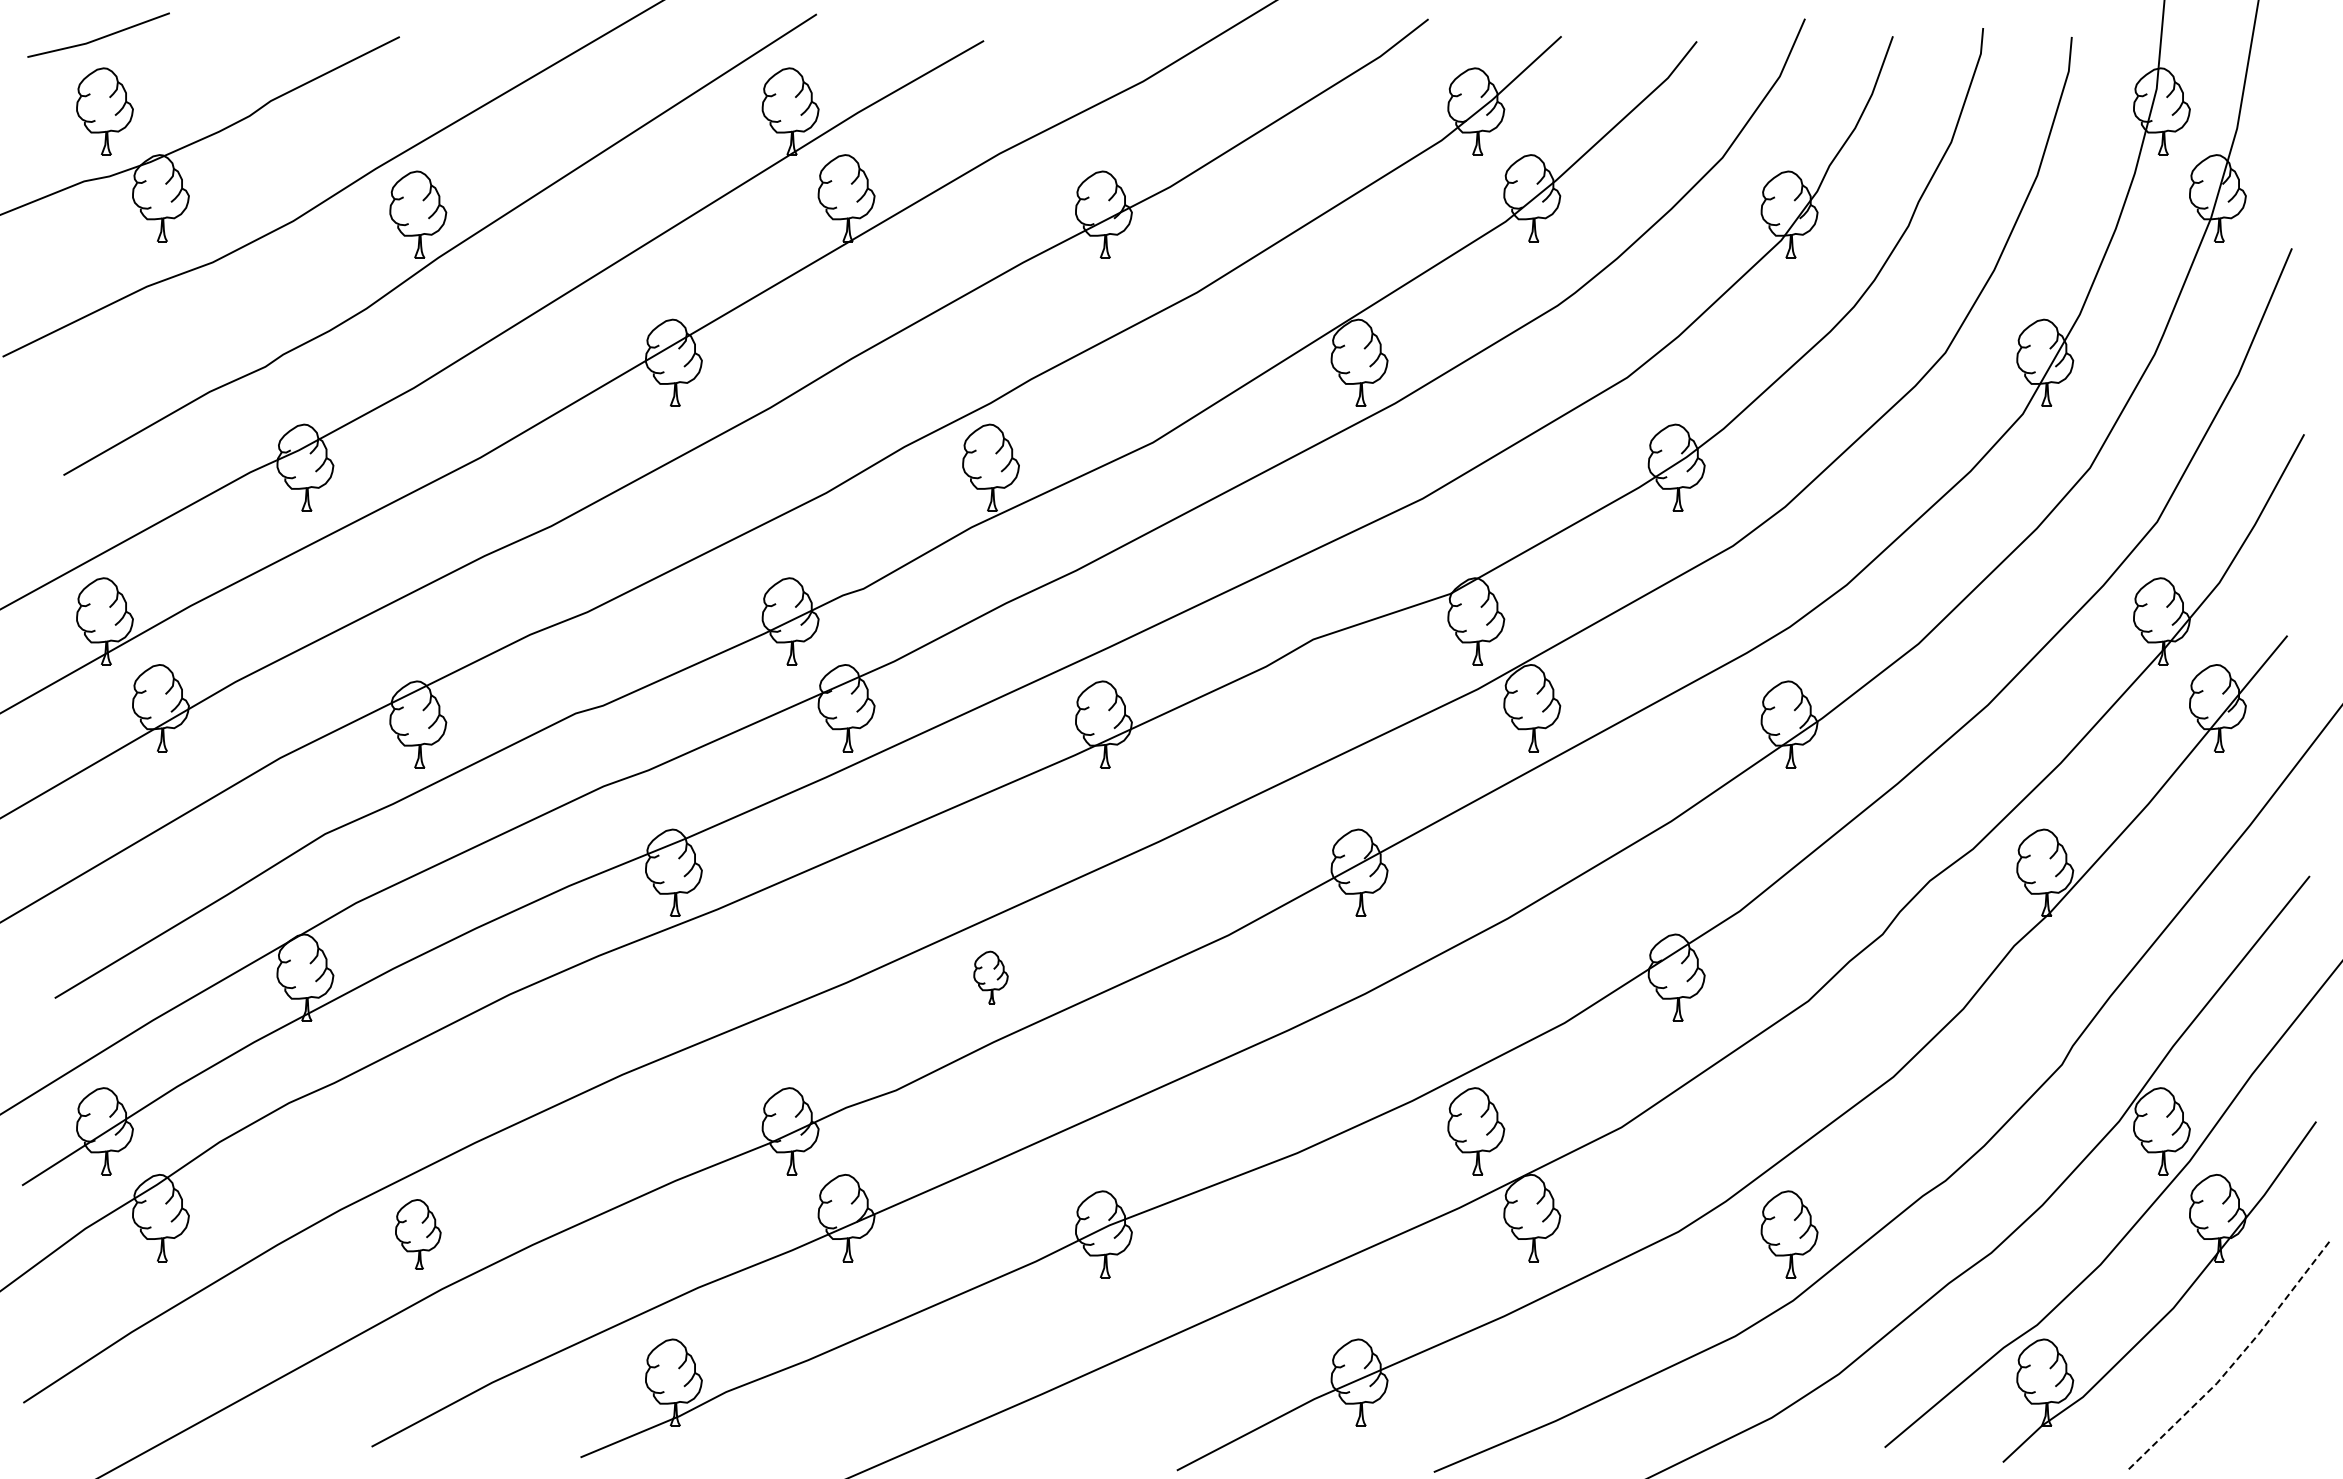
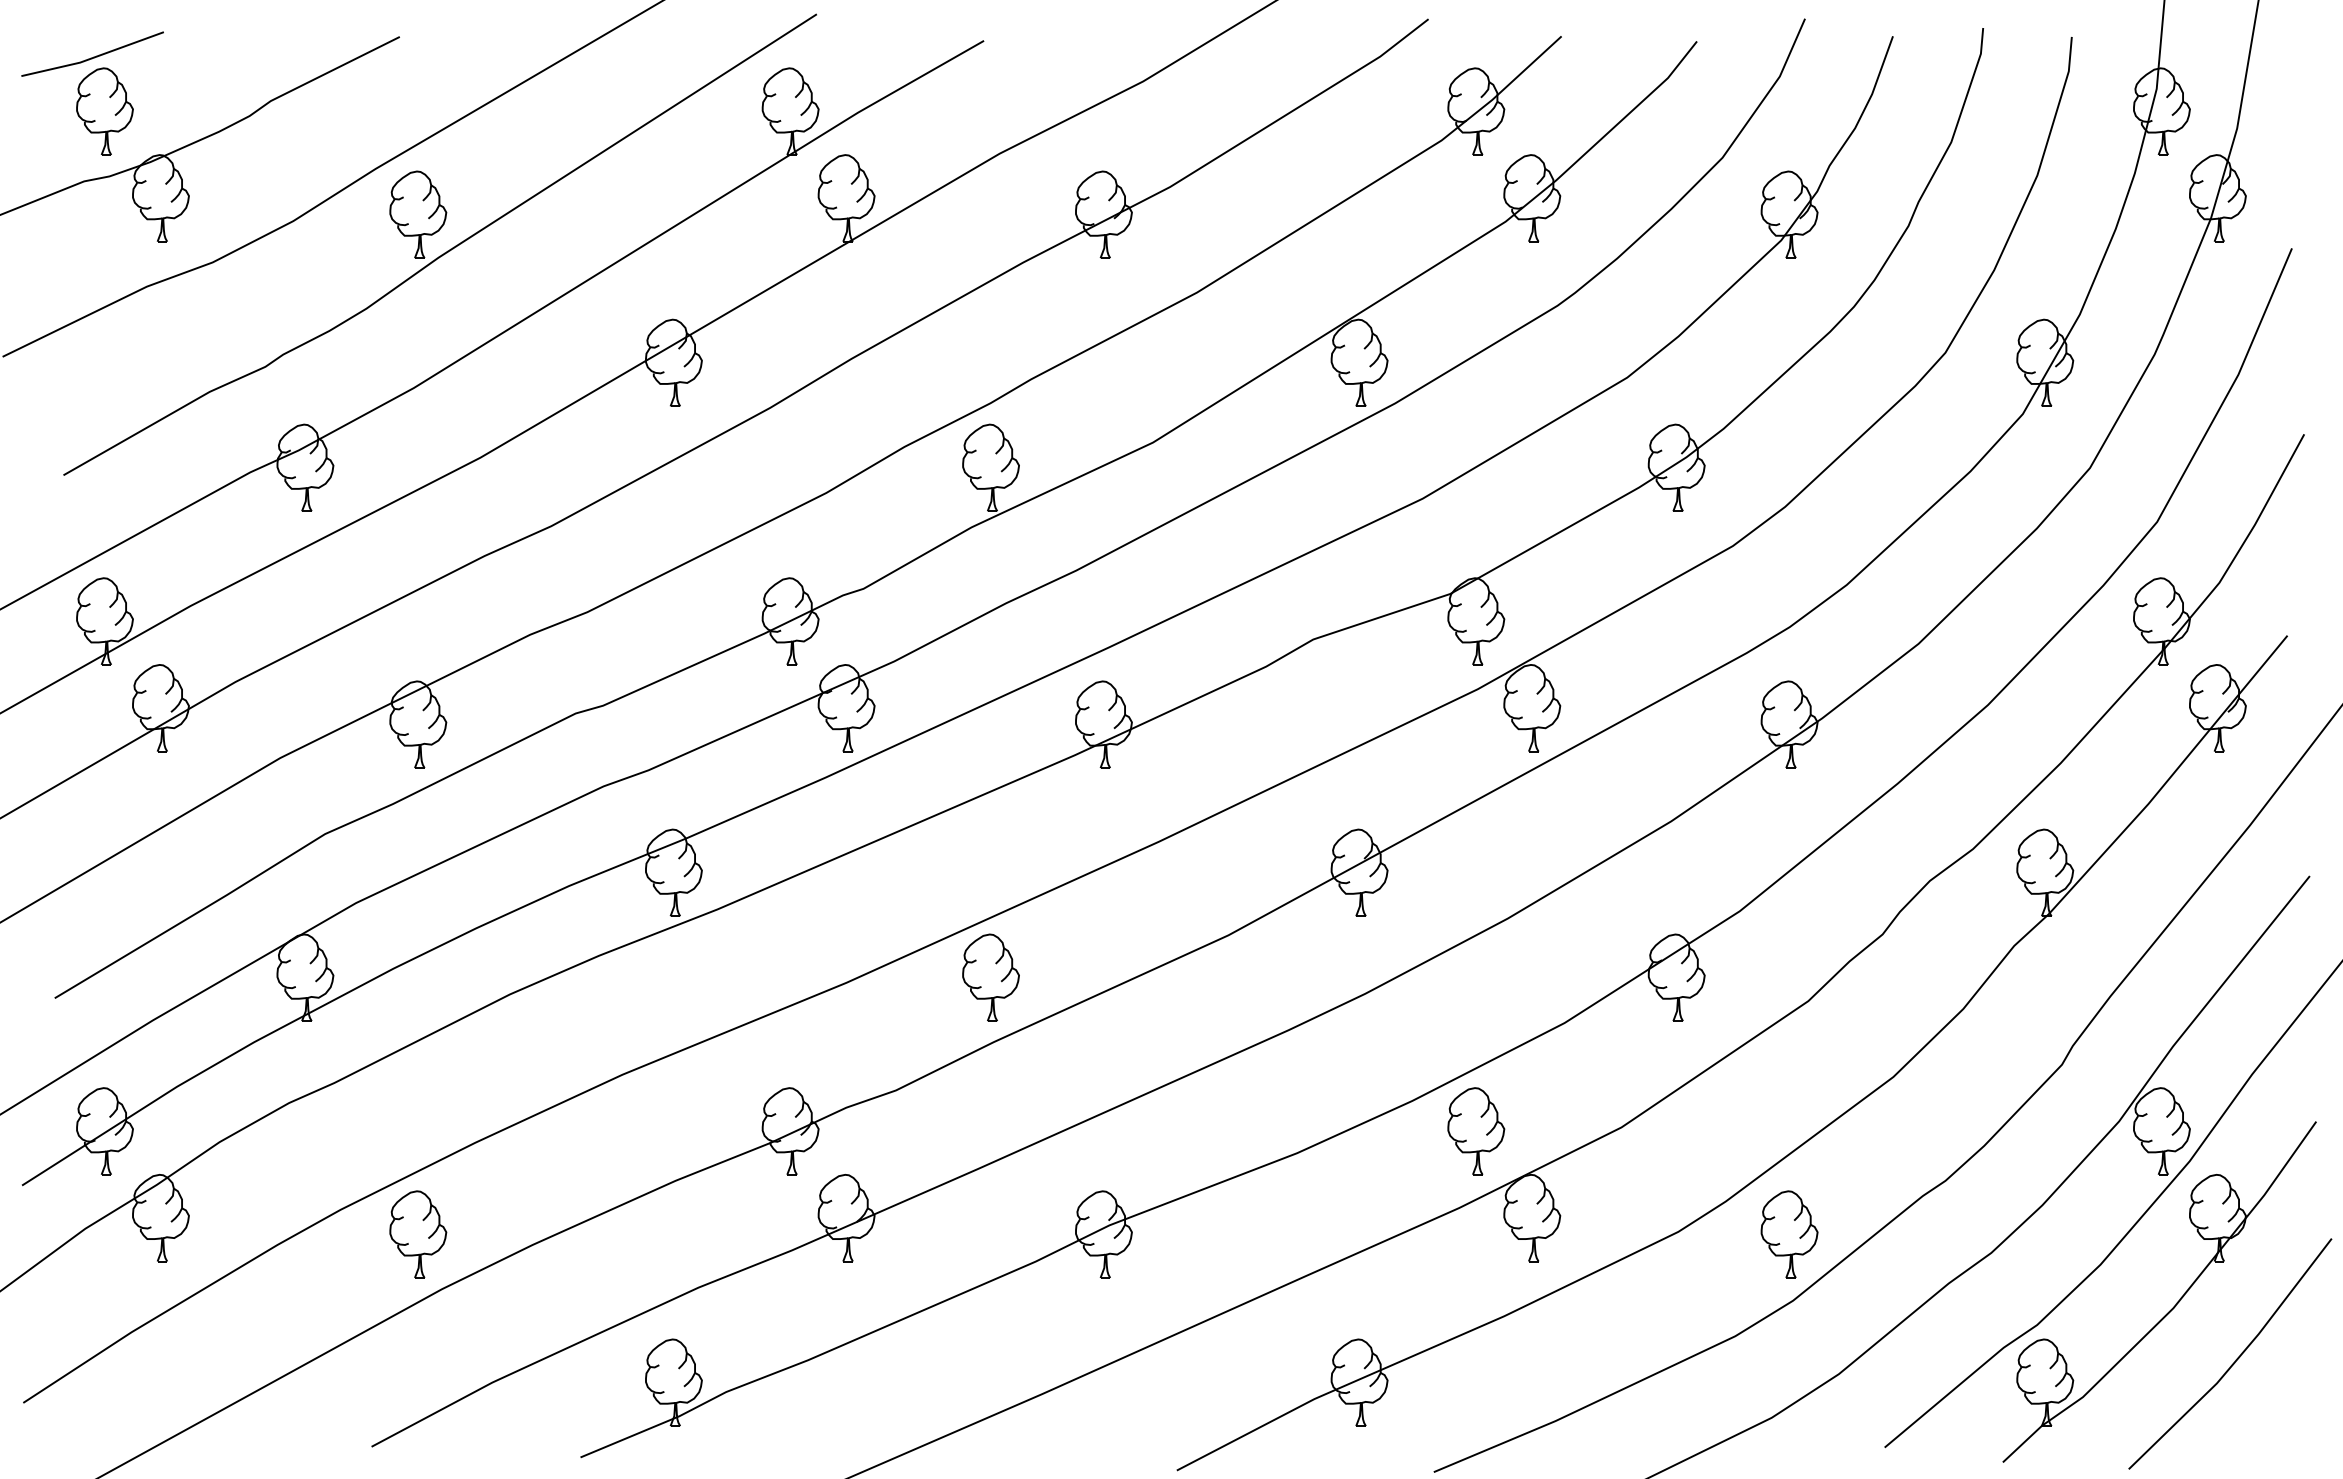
line at (99, 37) position: (99, 37) -> (93, 56)
part at (990, 977) size: 36x55 px -> 58x89 px
part at (418, 1234) size: 47x71 px -> 59x89 px
line at (2236, 1359): dashed -> solid
